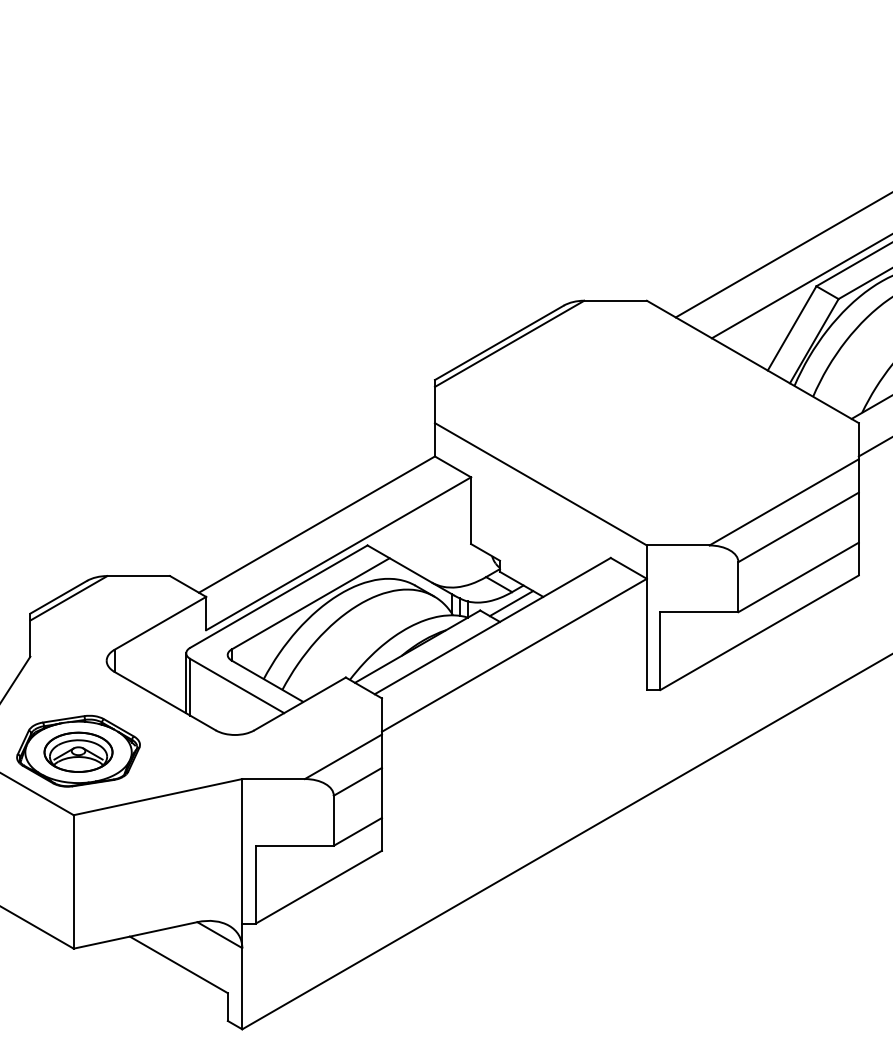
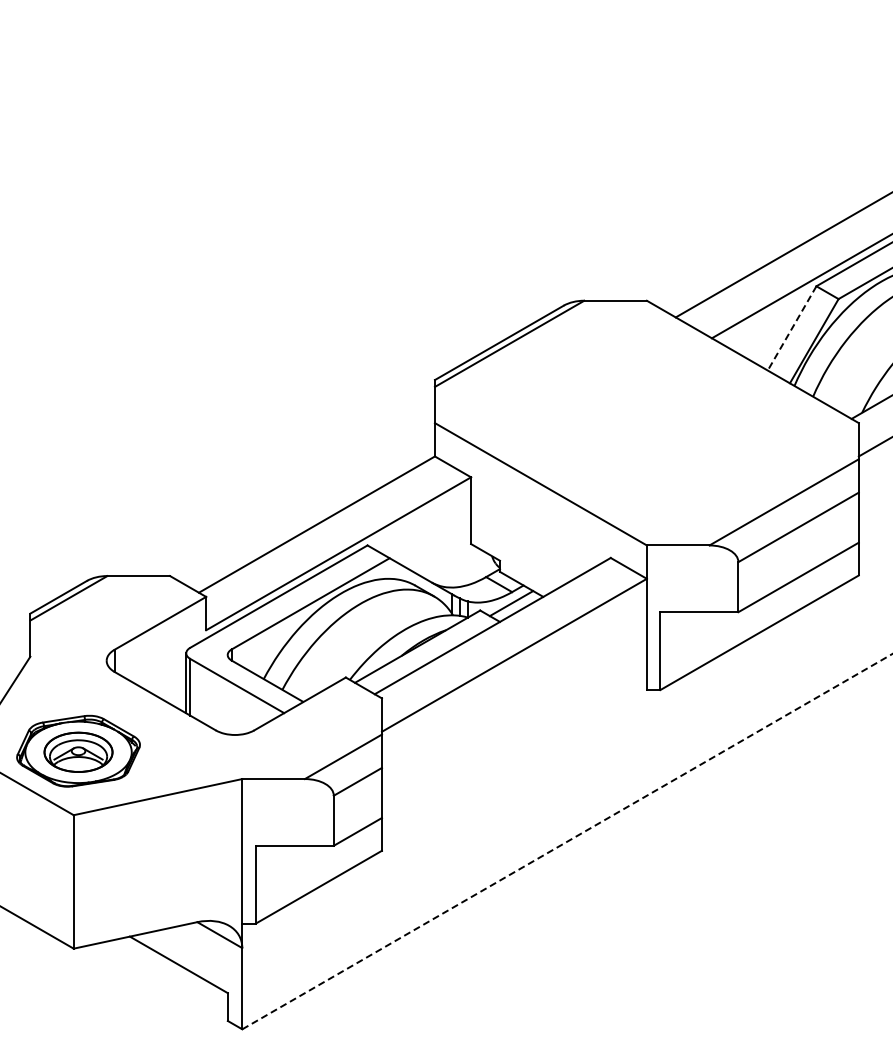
line at (792, 328): solid -> dashed
line at (567, 841): solid -> dashed
